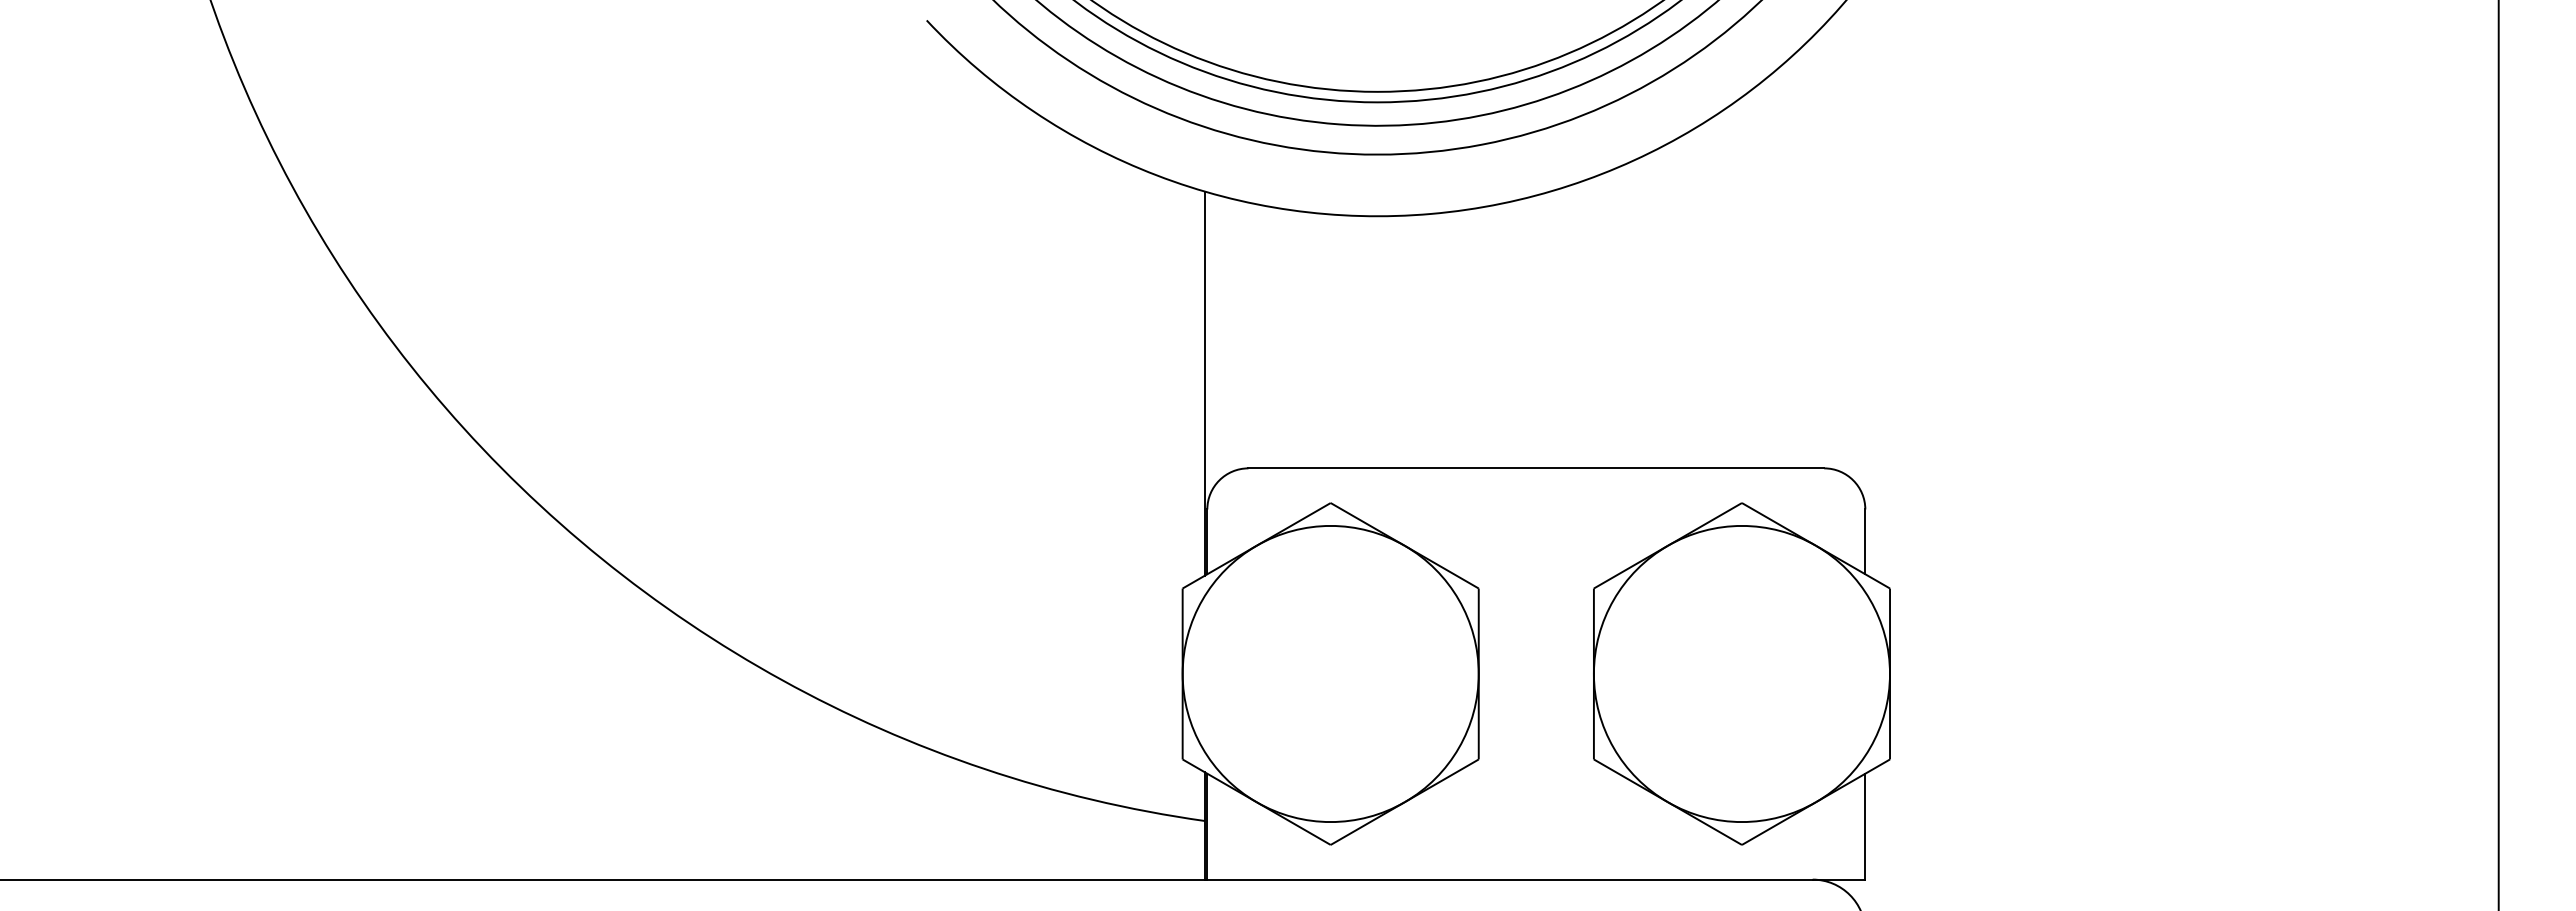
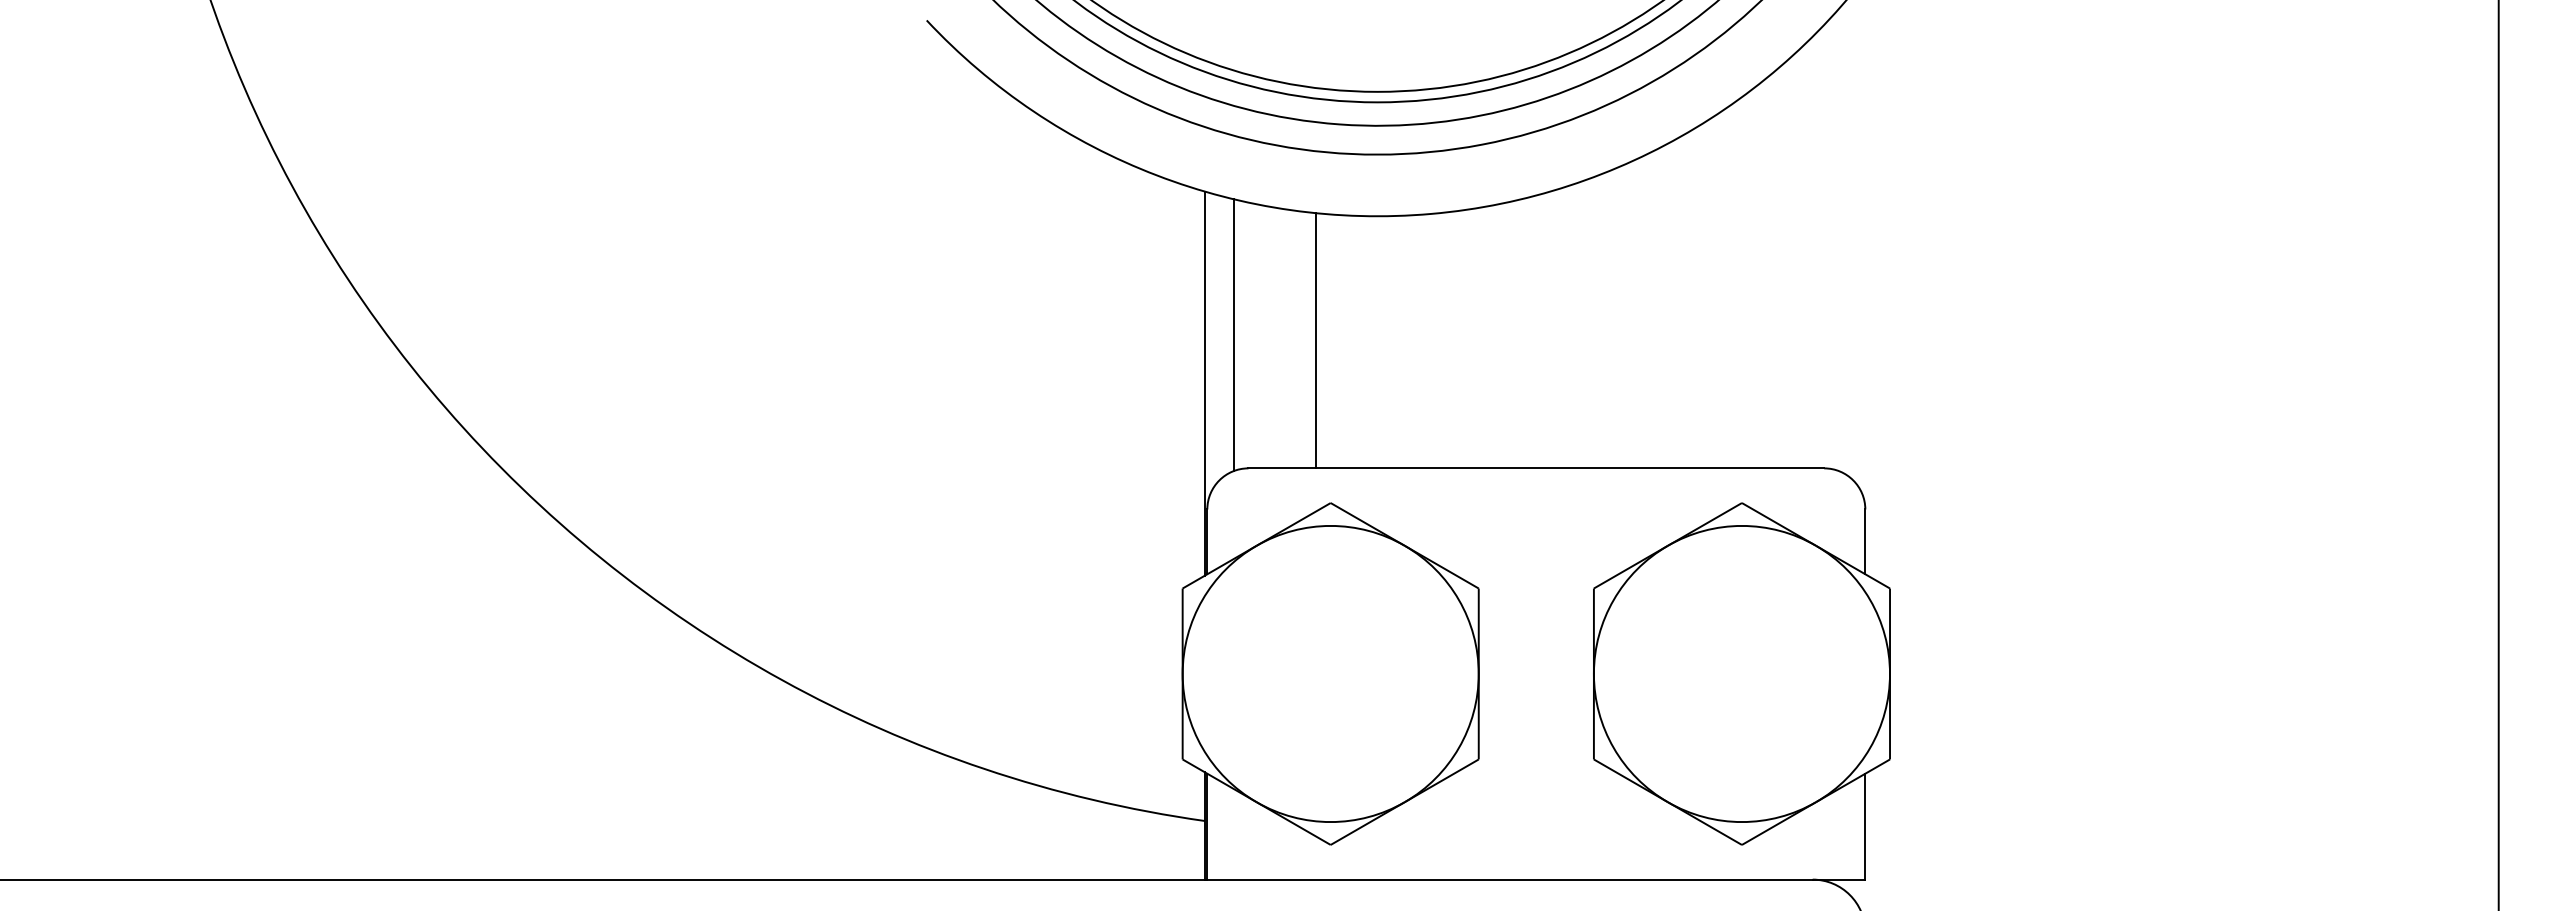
line at (1233, 335): none -> present
line at (1315, 340): none -> present
